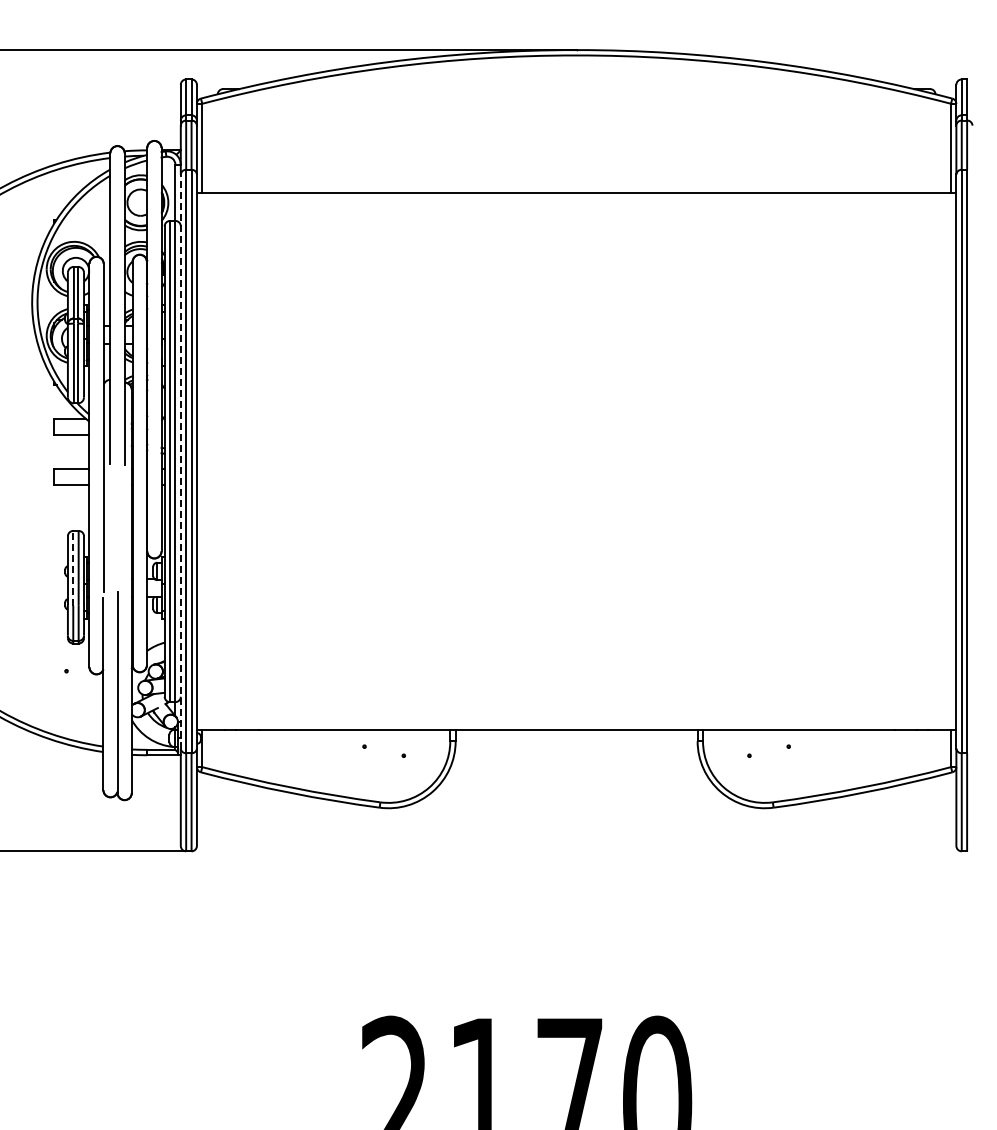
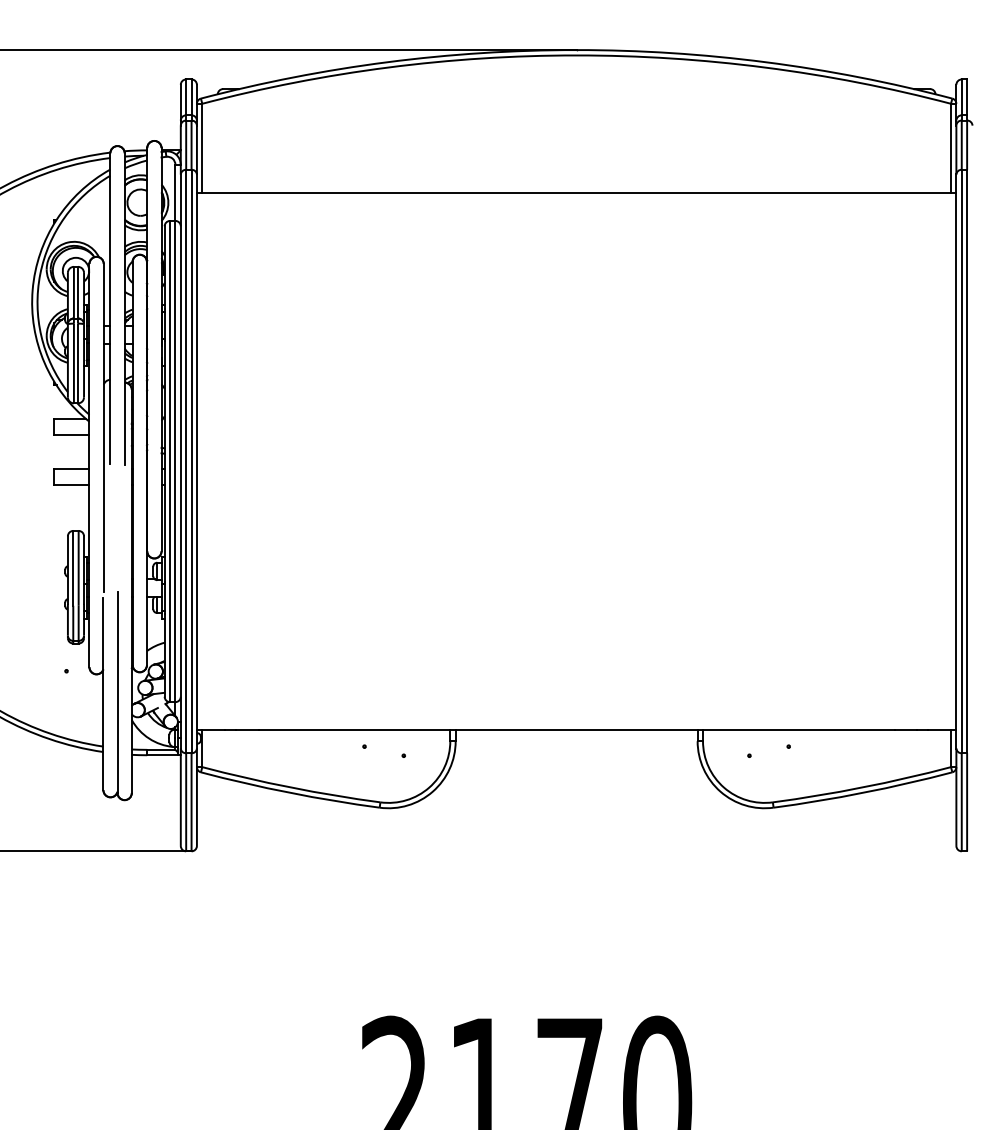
line at (180, 461): dashed -> solid
line at (73, 567): dashed -> solid
